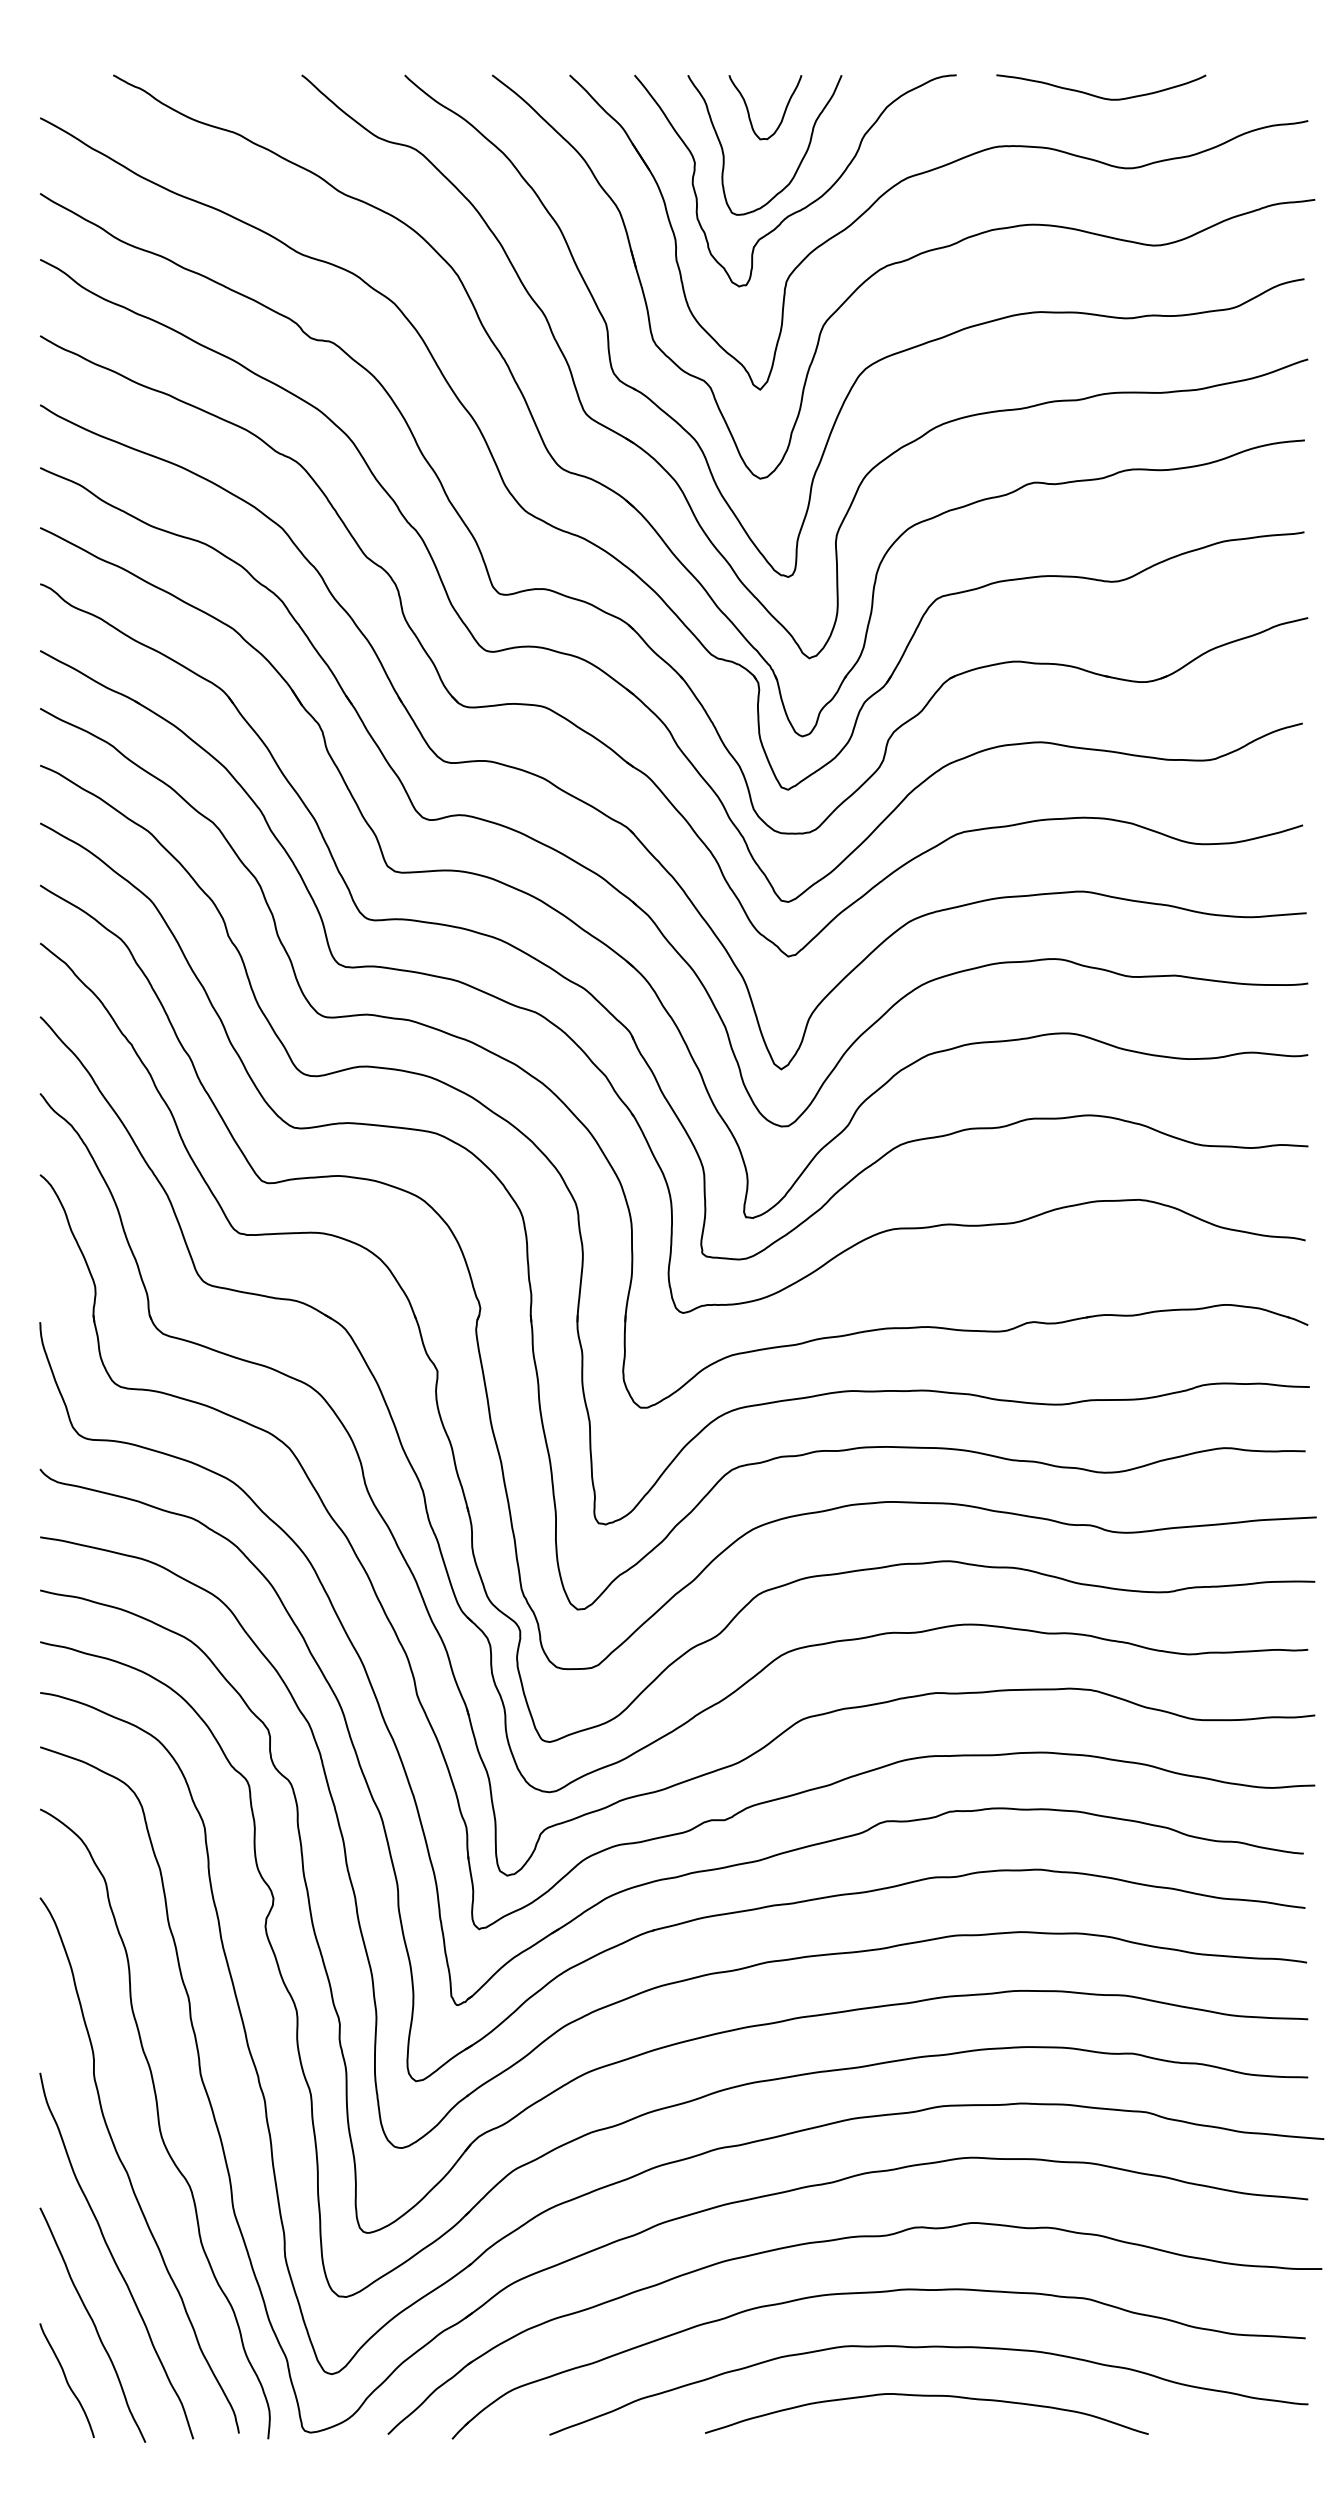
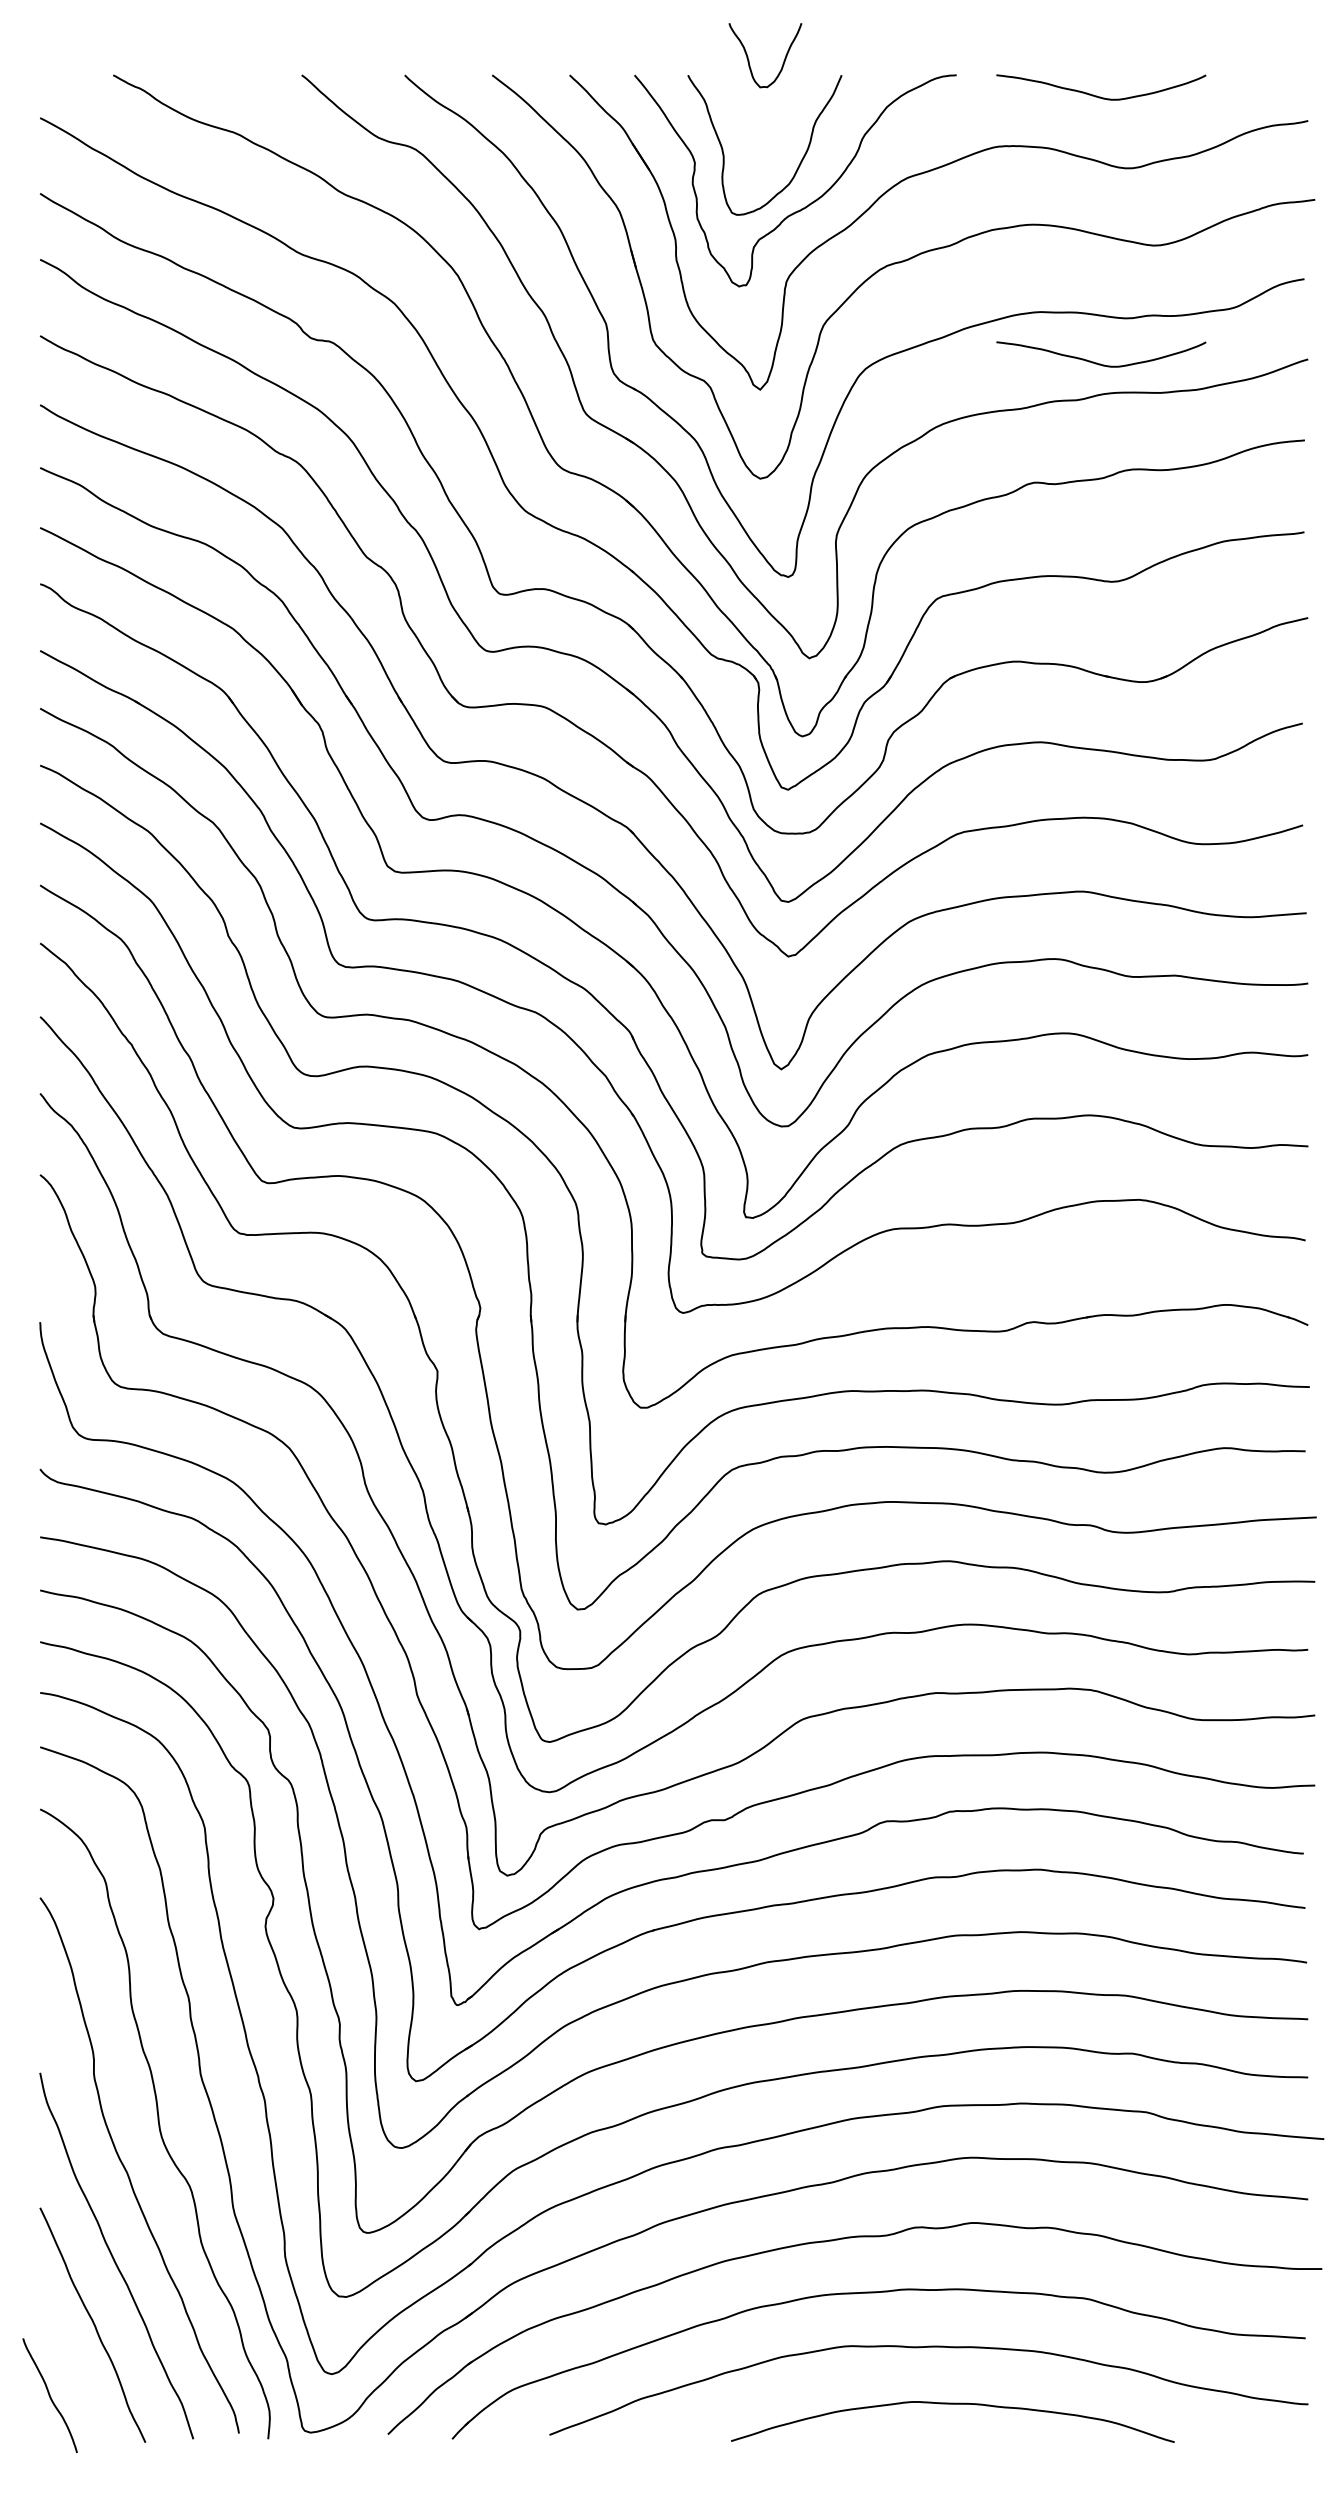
curve at (749, 112) position: (749, 112) -> (749, 60)
curve at (1097, 362): none -> present
curve at (66, 2380) position: (66, 2380) -> (49, 2395)
curve at (926, 2396) position: (926, 2396) -> (952, 2404)
